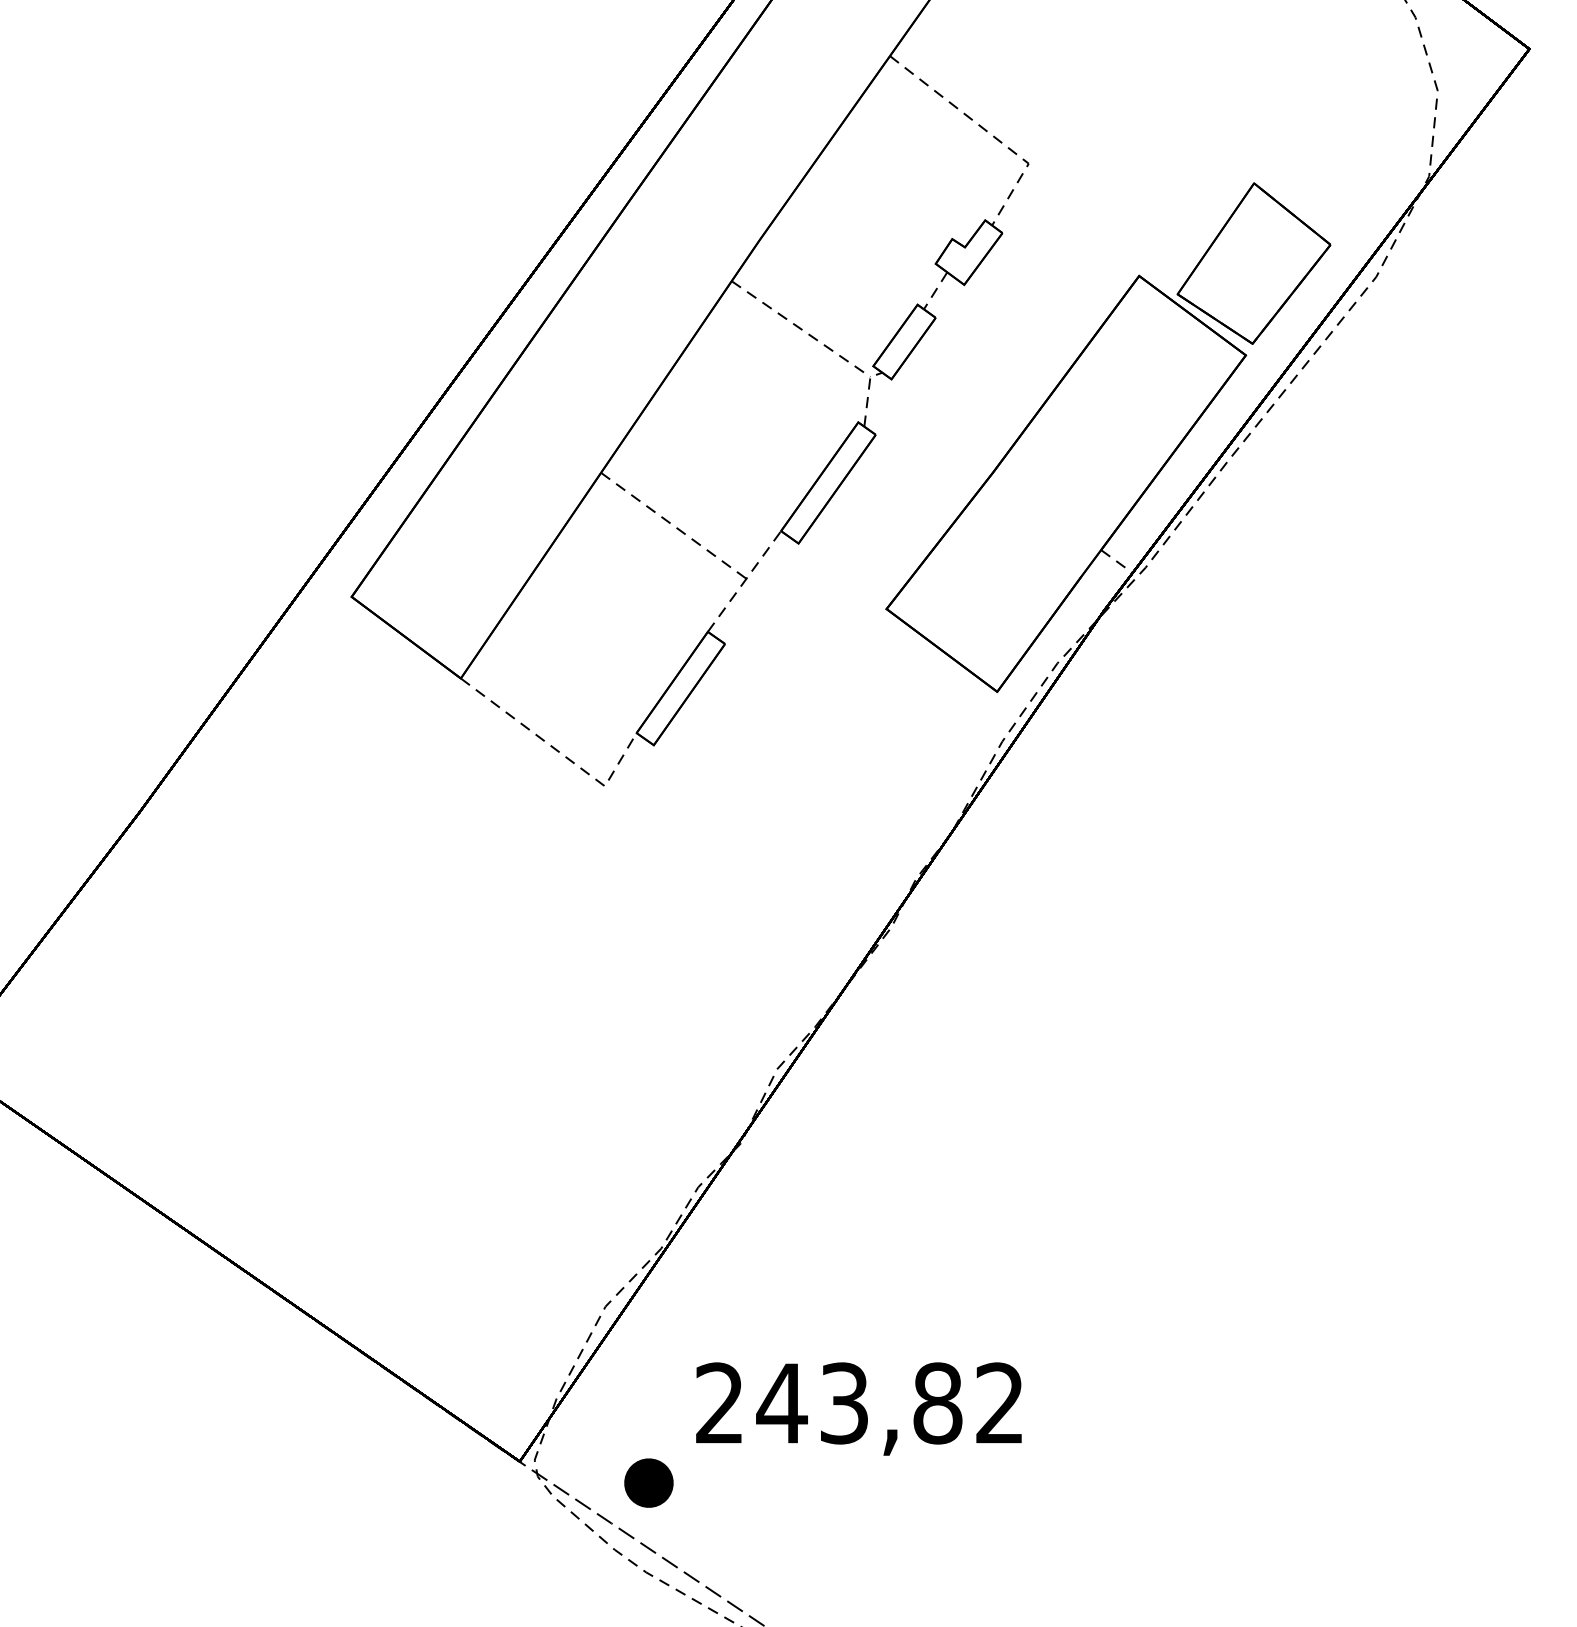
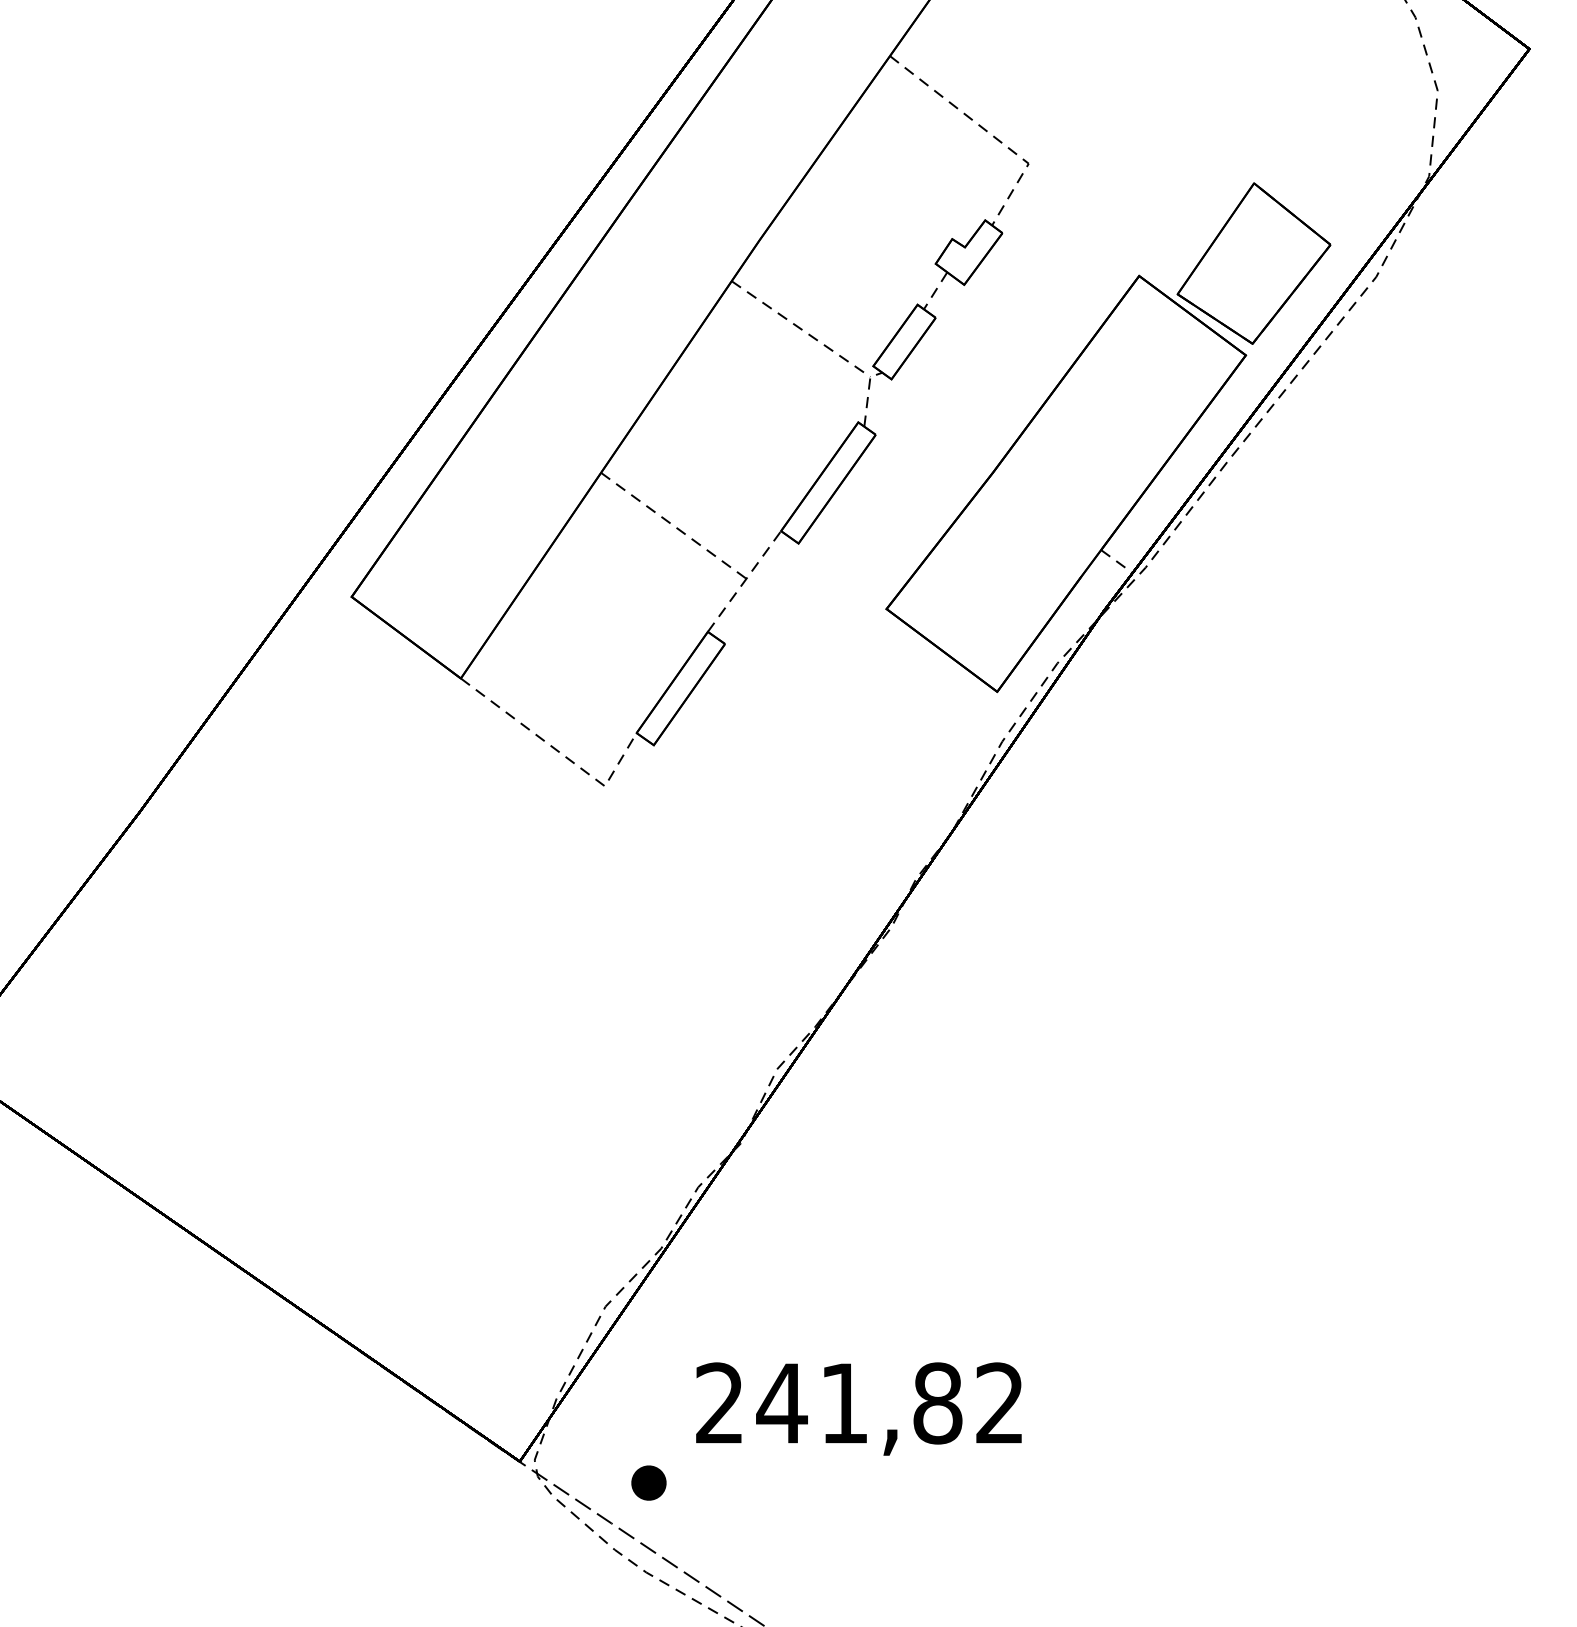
text at (844, 1403): 243,82 -> 241,82
part at (648, 1482) size: 50x50 px -> 36x36 px
